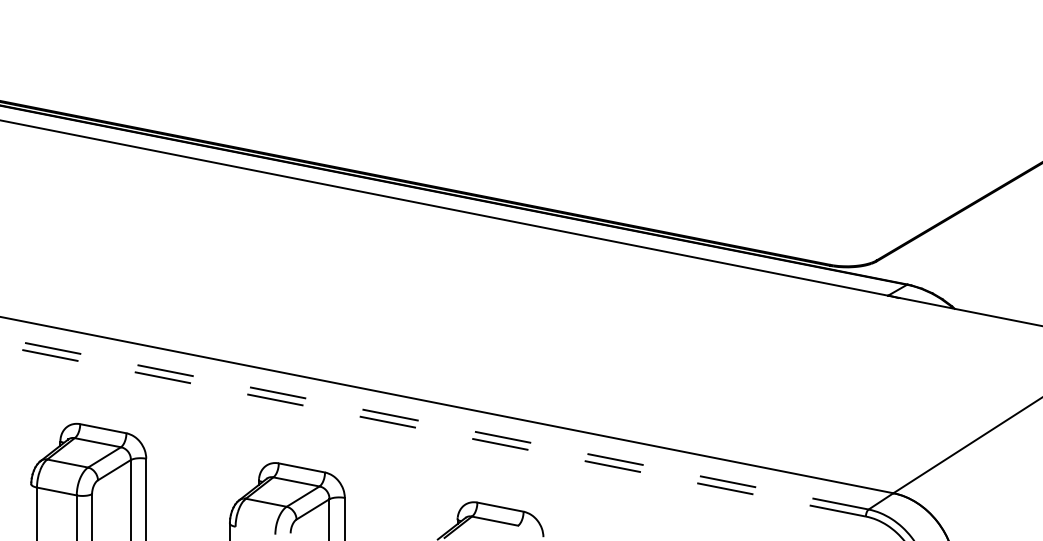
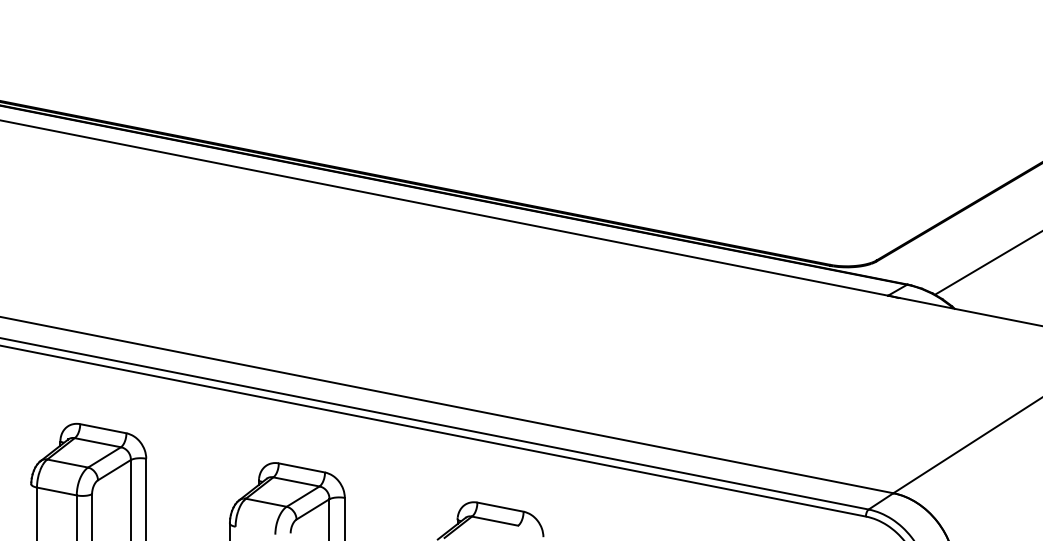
line at (987, 263): none -> present
line at (434, 423): dashed -> solid
line at (433, 431): dashed -> solid
